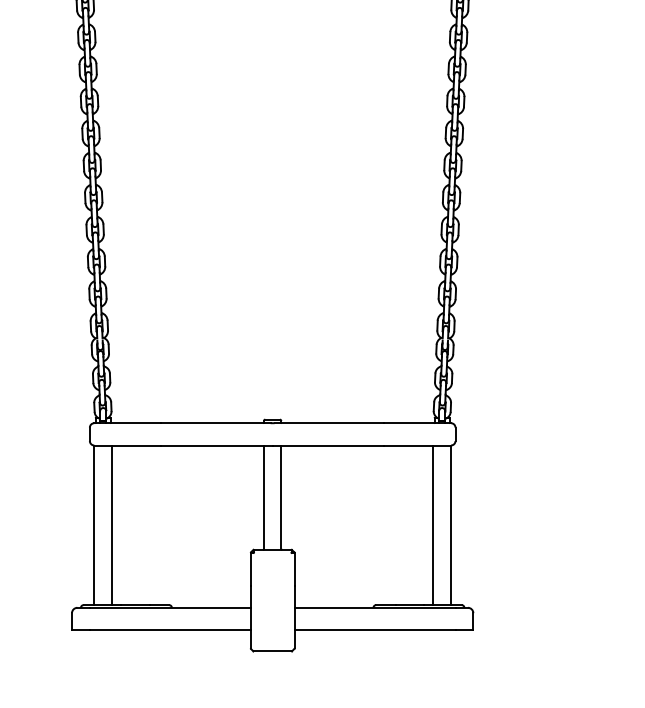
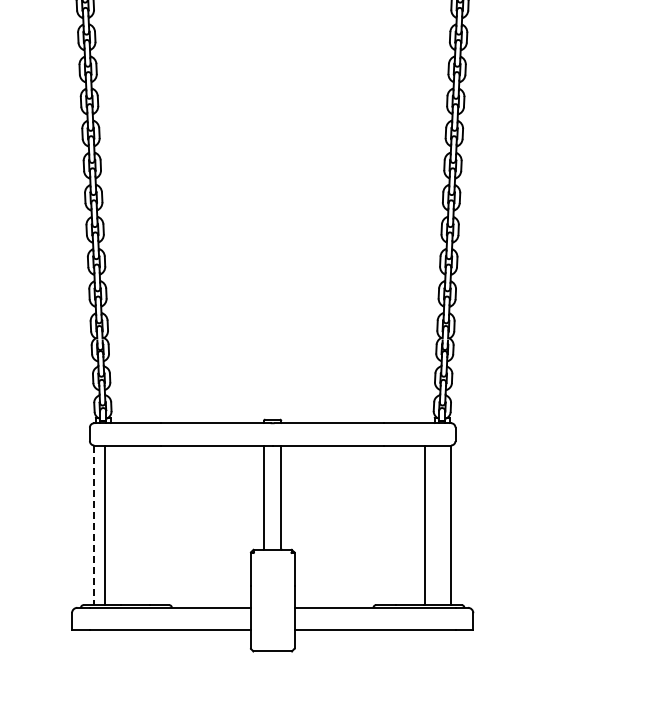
line at (94, 525): solid -> dashed
line at (112, 525) position: (112, 525) -> (105, 525)
line at (433, 525) position: (433, 525) -> (425, 525)
